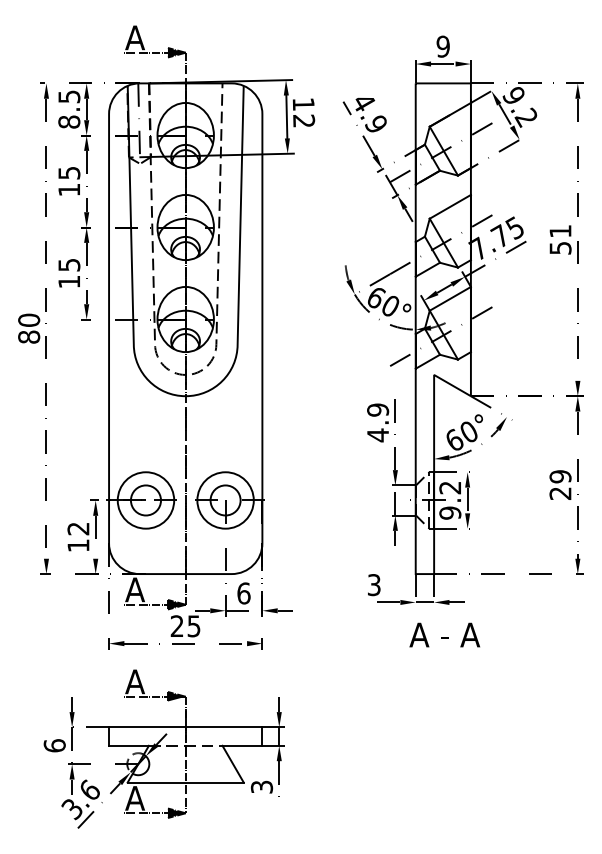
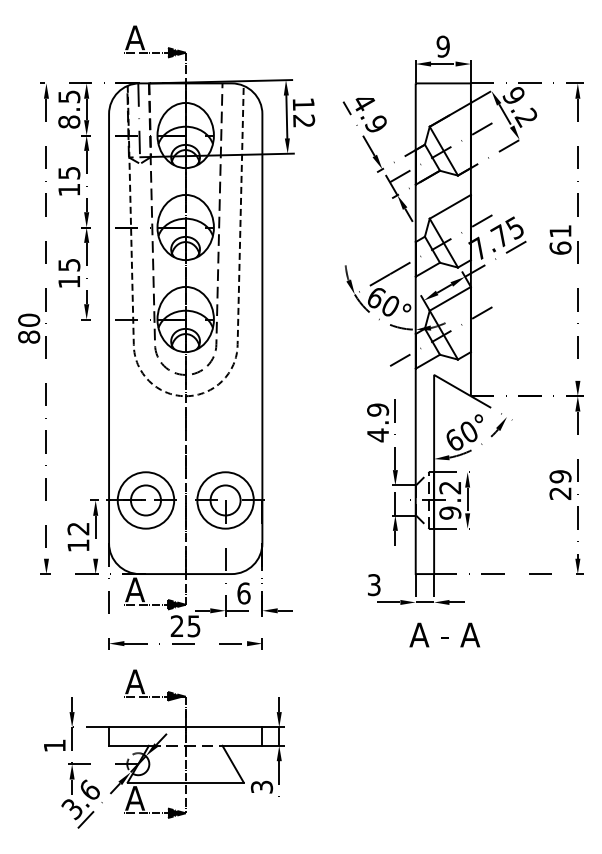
text at (560, 247): 51 -> 61
line at (185, 396): solid -> dashed
text at (54, 745): 6 -> 1
